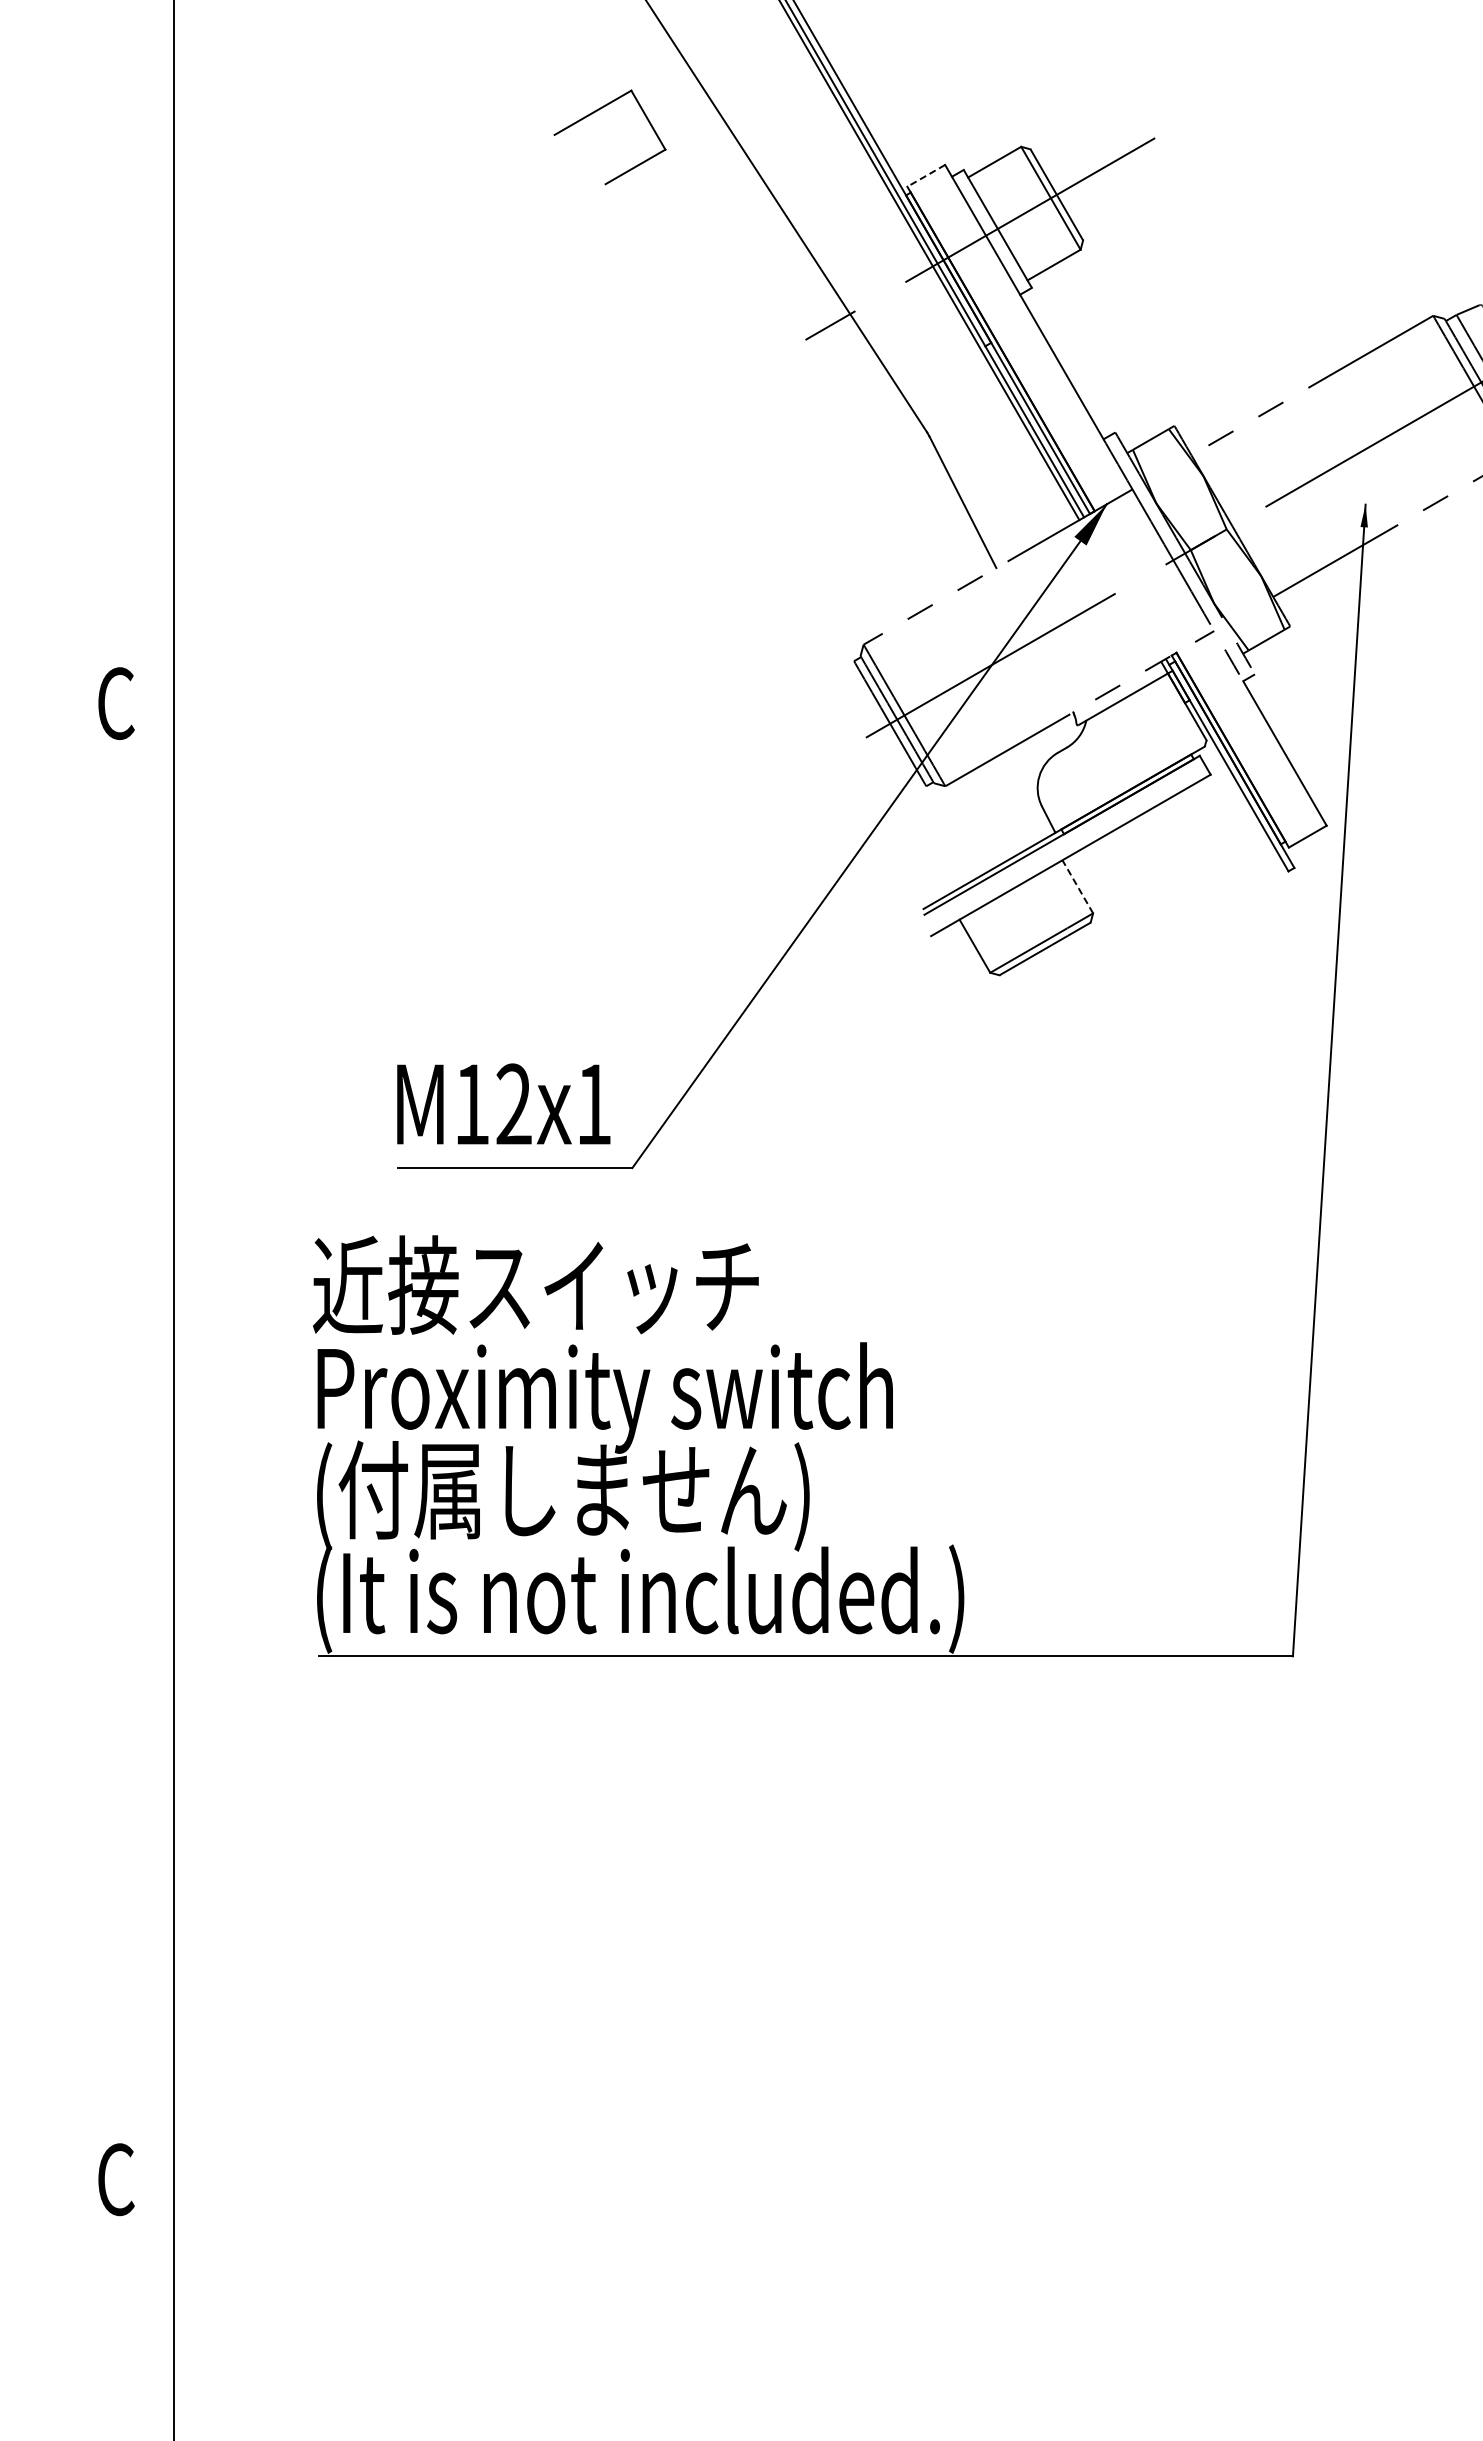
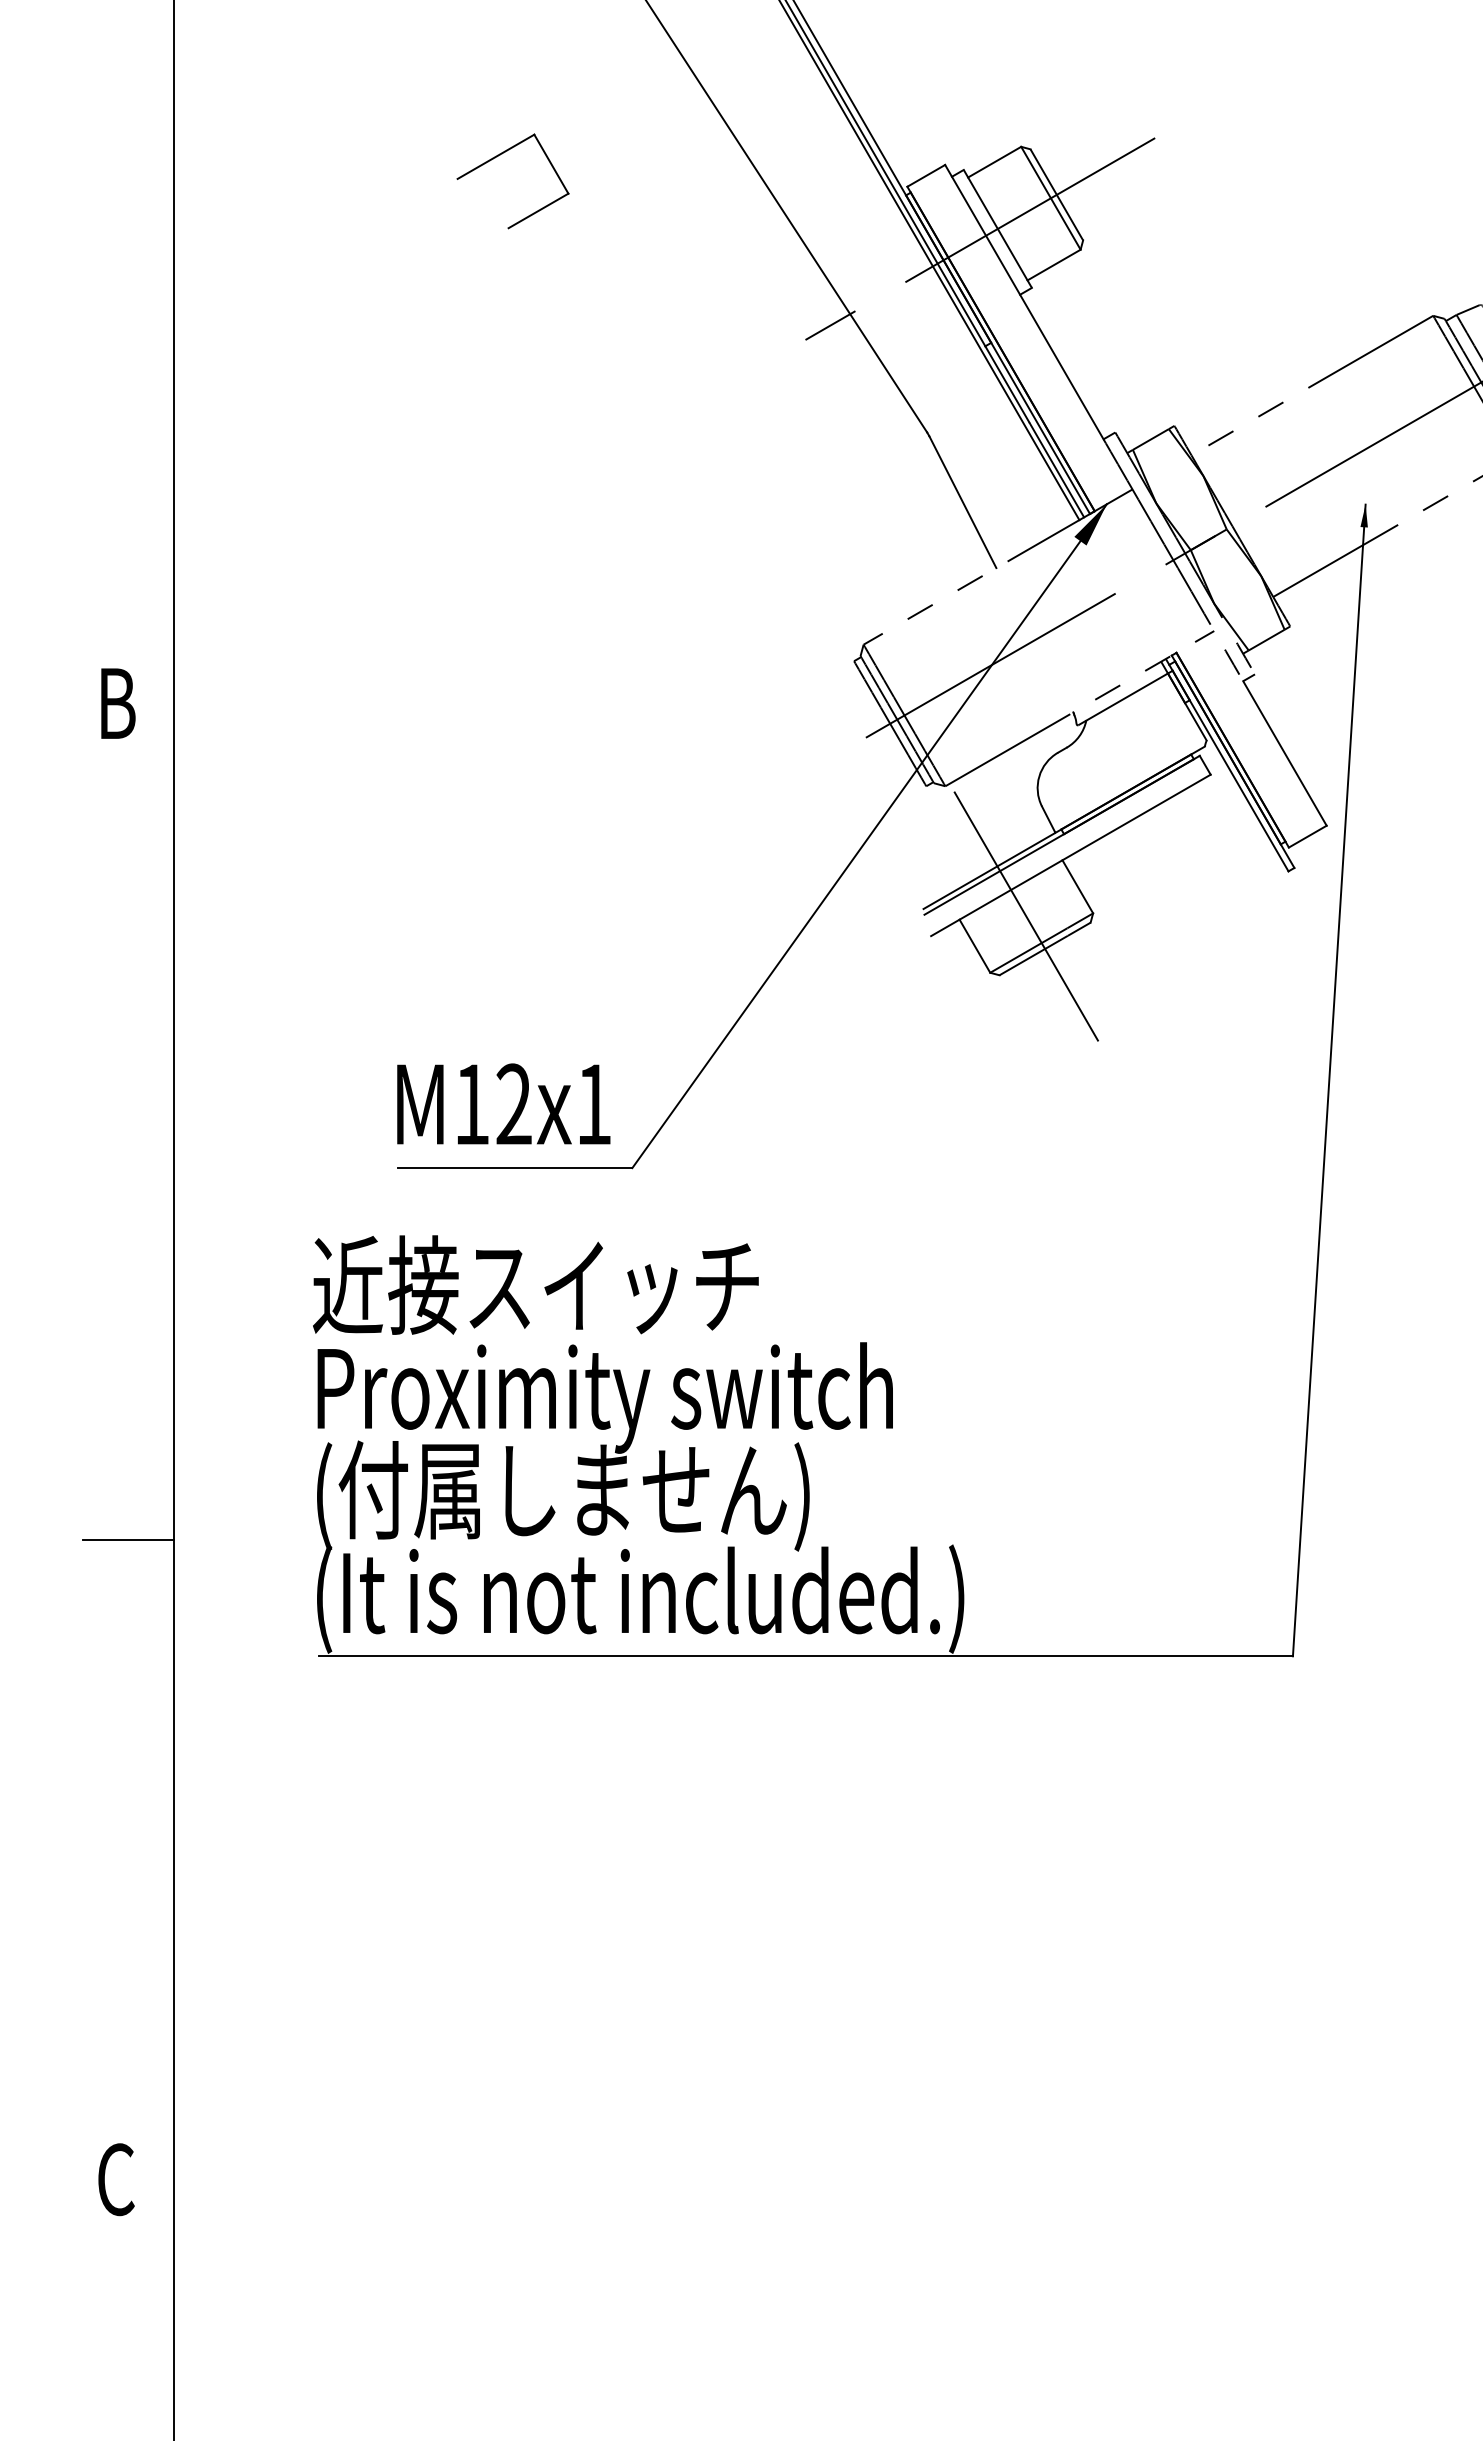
part at (592, 114) position: (592, 114) -> (495, 158)
line at (926, 175): dashed -> solid
text at (116, 703): C -> B
line at (1077, 886): dashed -> solid
line at (1026, 916): none -> present
line at (128, 1539): none -> present
